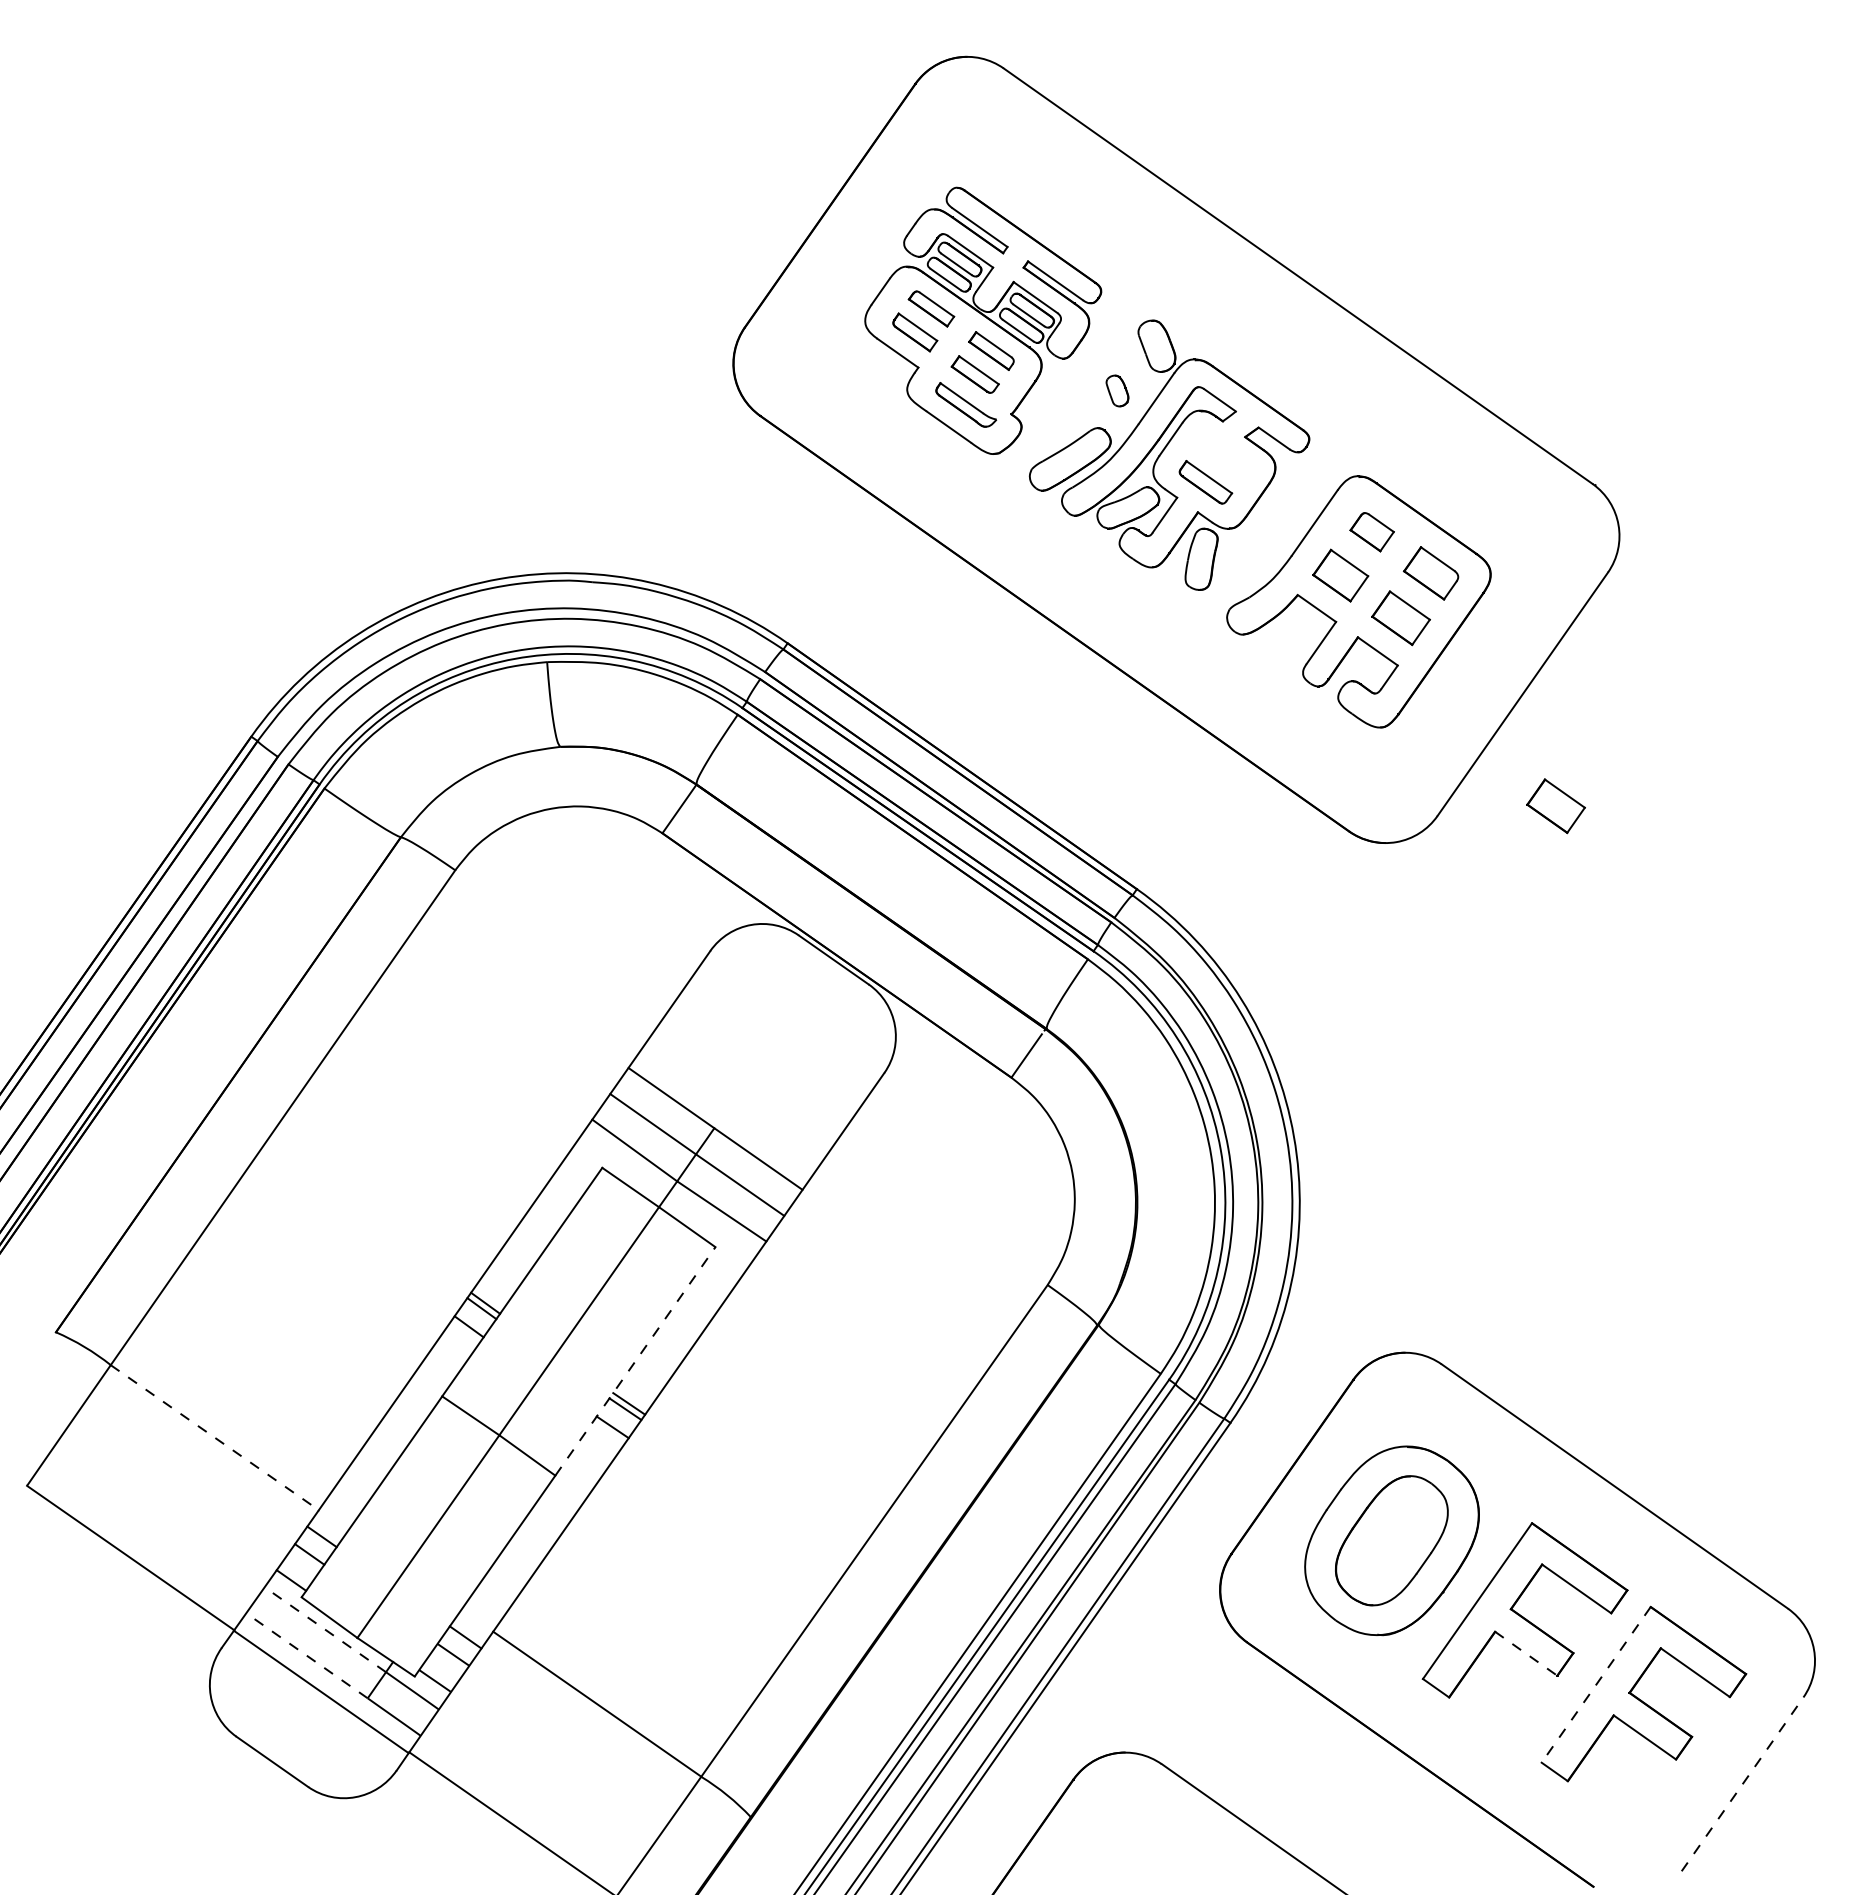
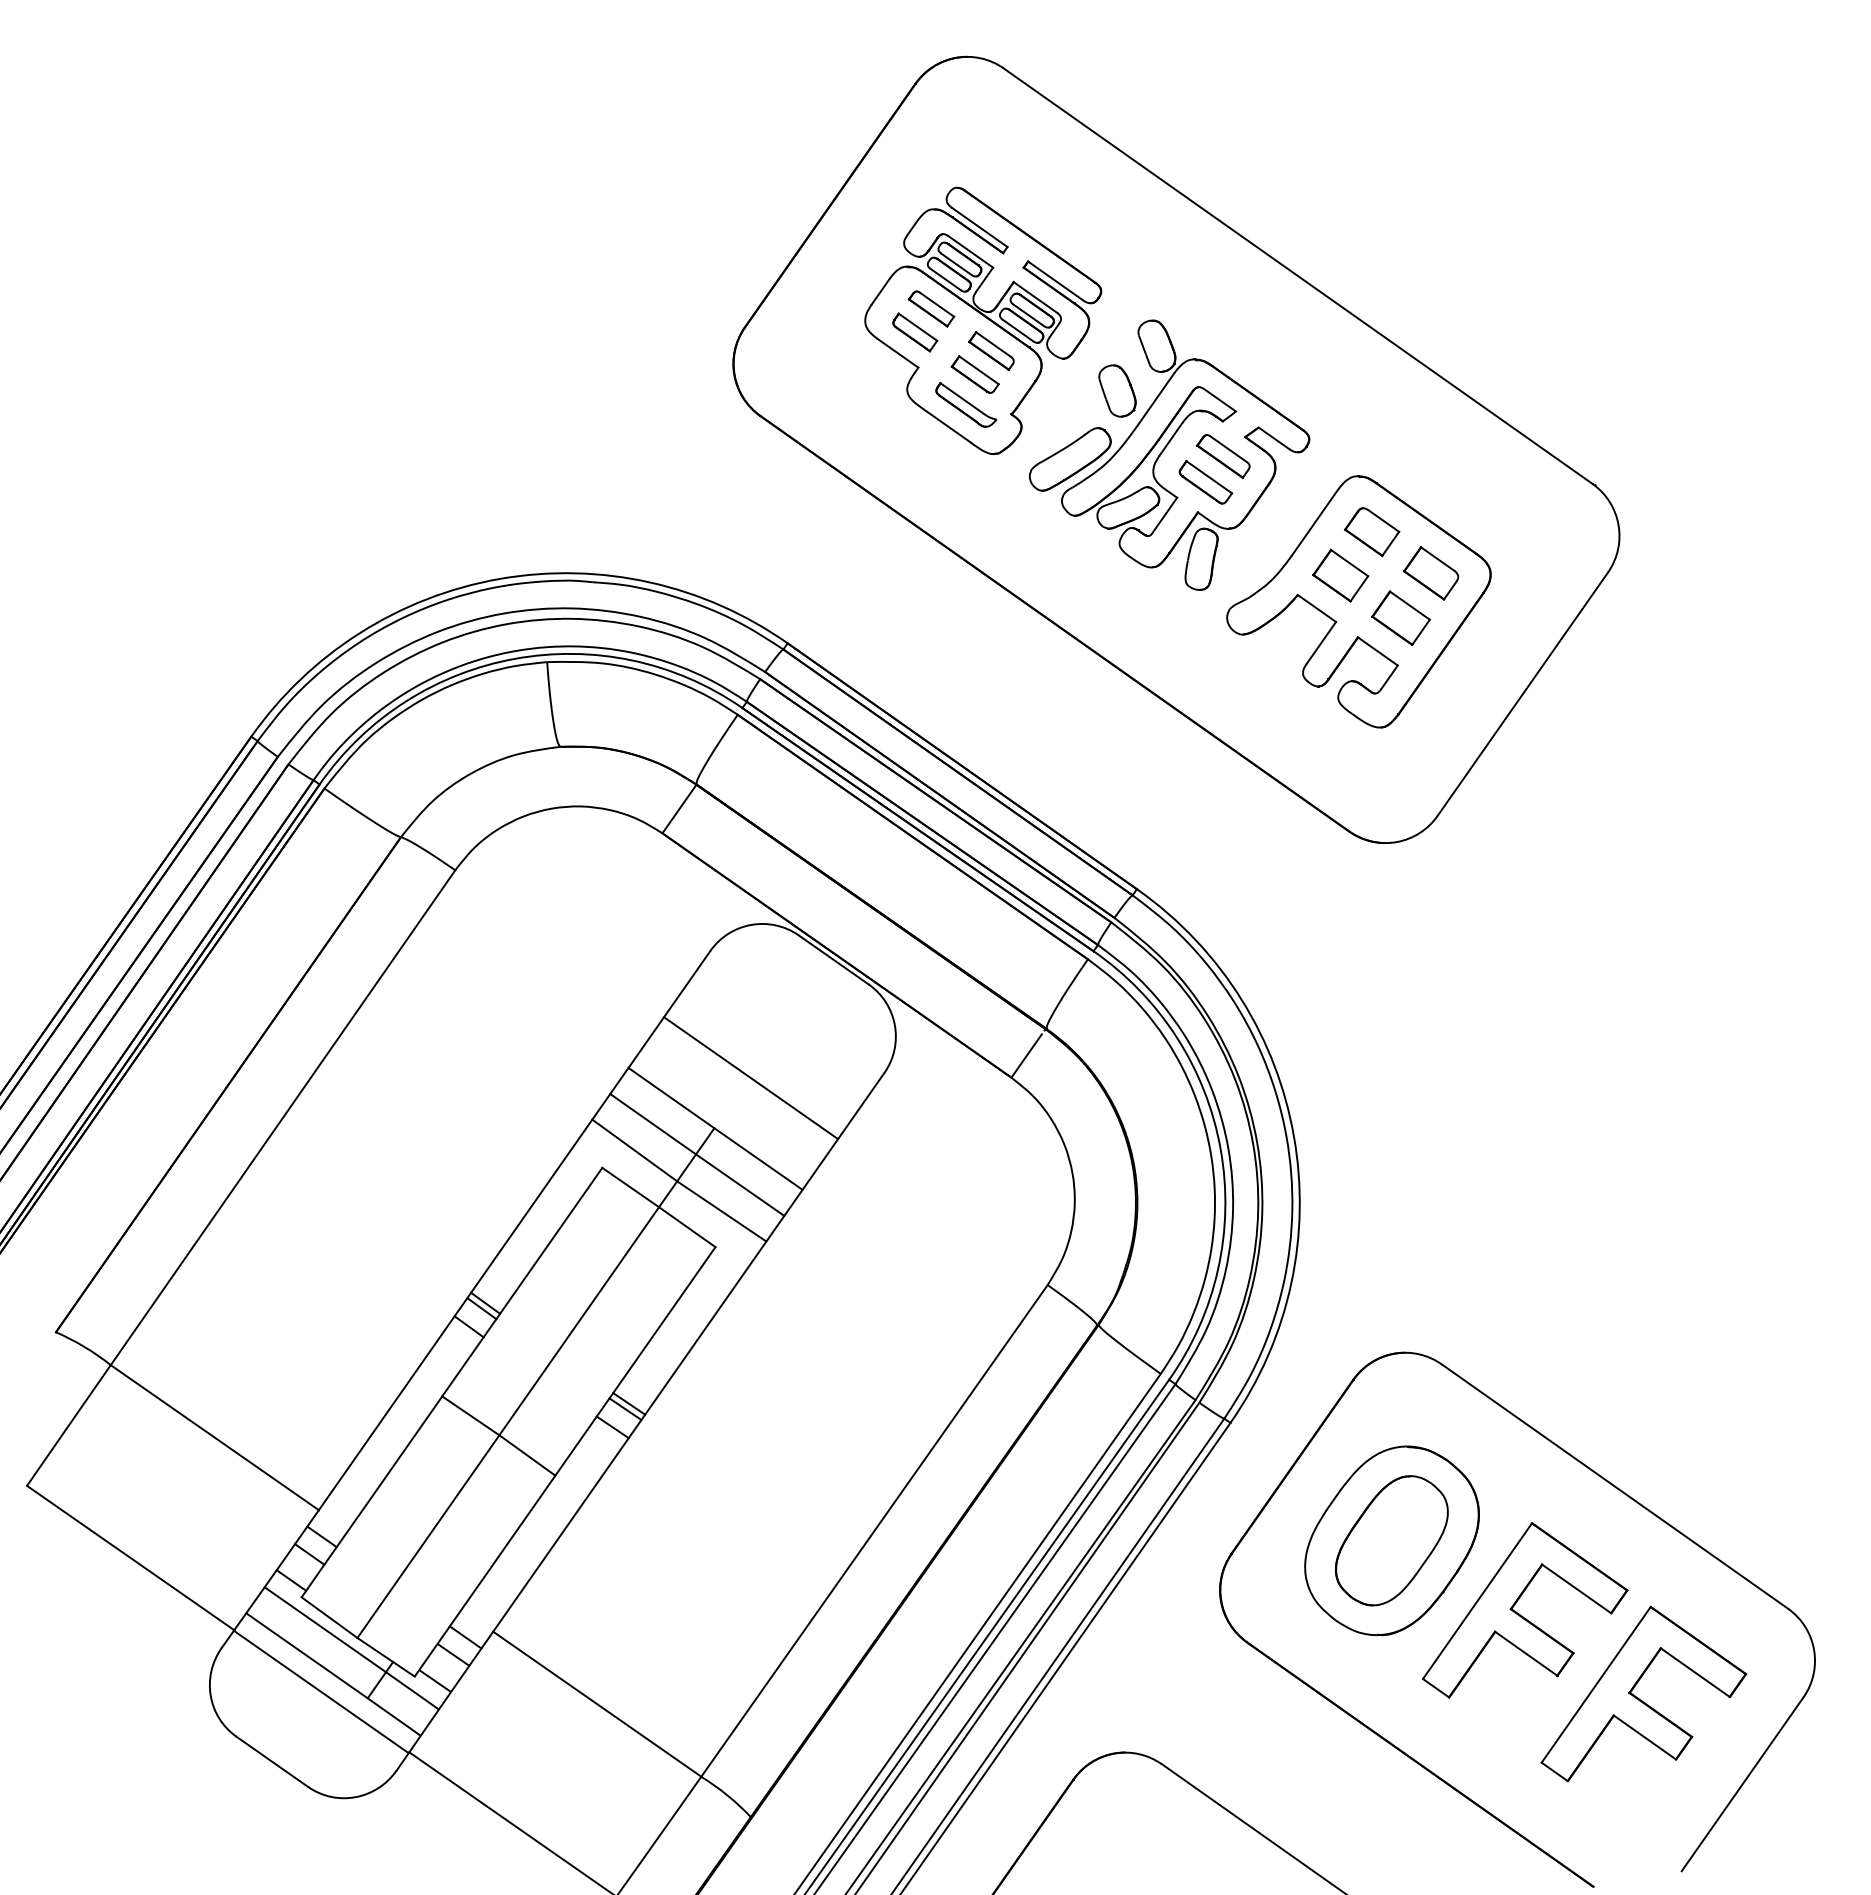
part at (1117, 390) size: 25x34 px -> 39x54 px
part at (1223, 456): none -> present
part at (1371, 532) size: 46x41 px -> 57x51 px
part at (1555, 806): present -> none
line at (751, 1078): none -> present
line at (635, 1361): dashed -> solid
line at (214, 1437): dashed -> solid
line at (324, 1629): dashed -> solid
line at (1526, 1653): dashed -> solid
line at (306, 1655): dashed -> solid
line at (1595, 1685): dashed -> solid
line at (1742, 1783): dashed -> solid
